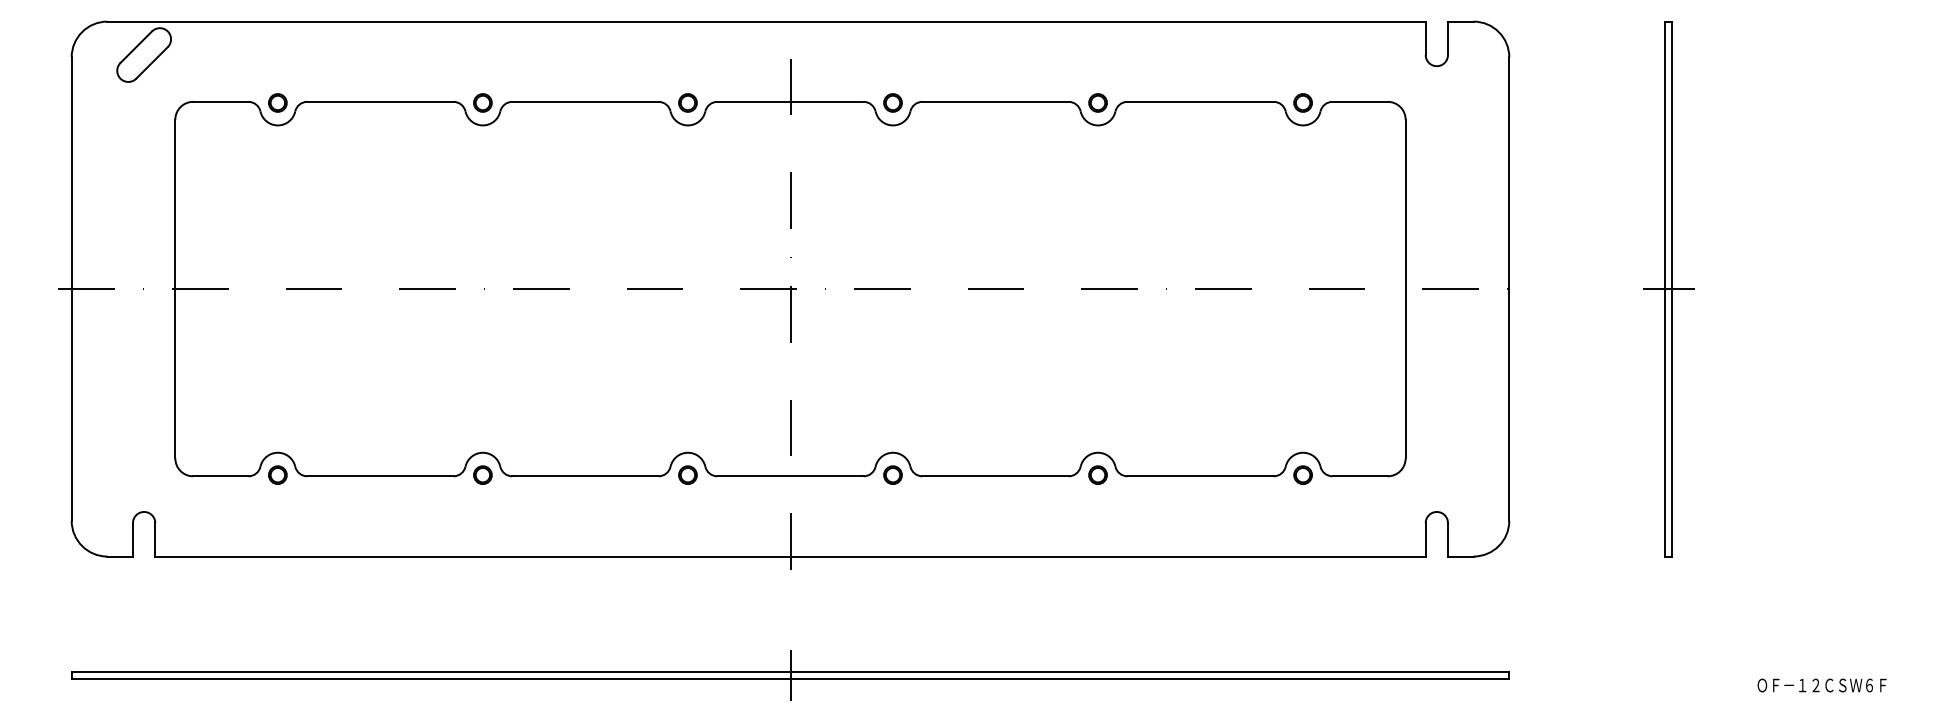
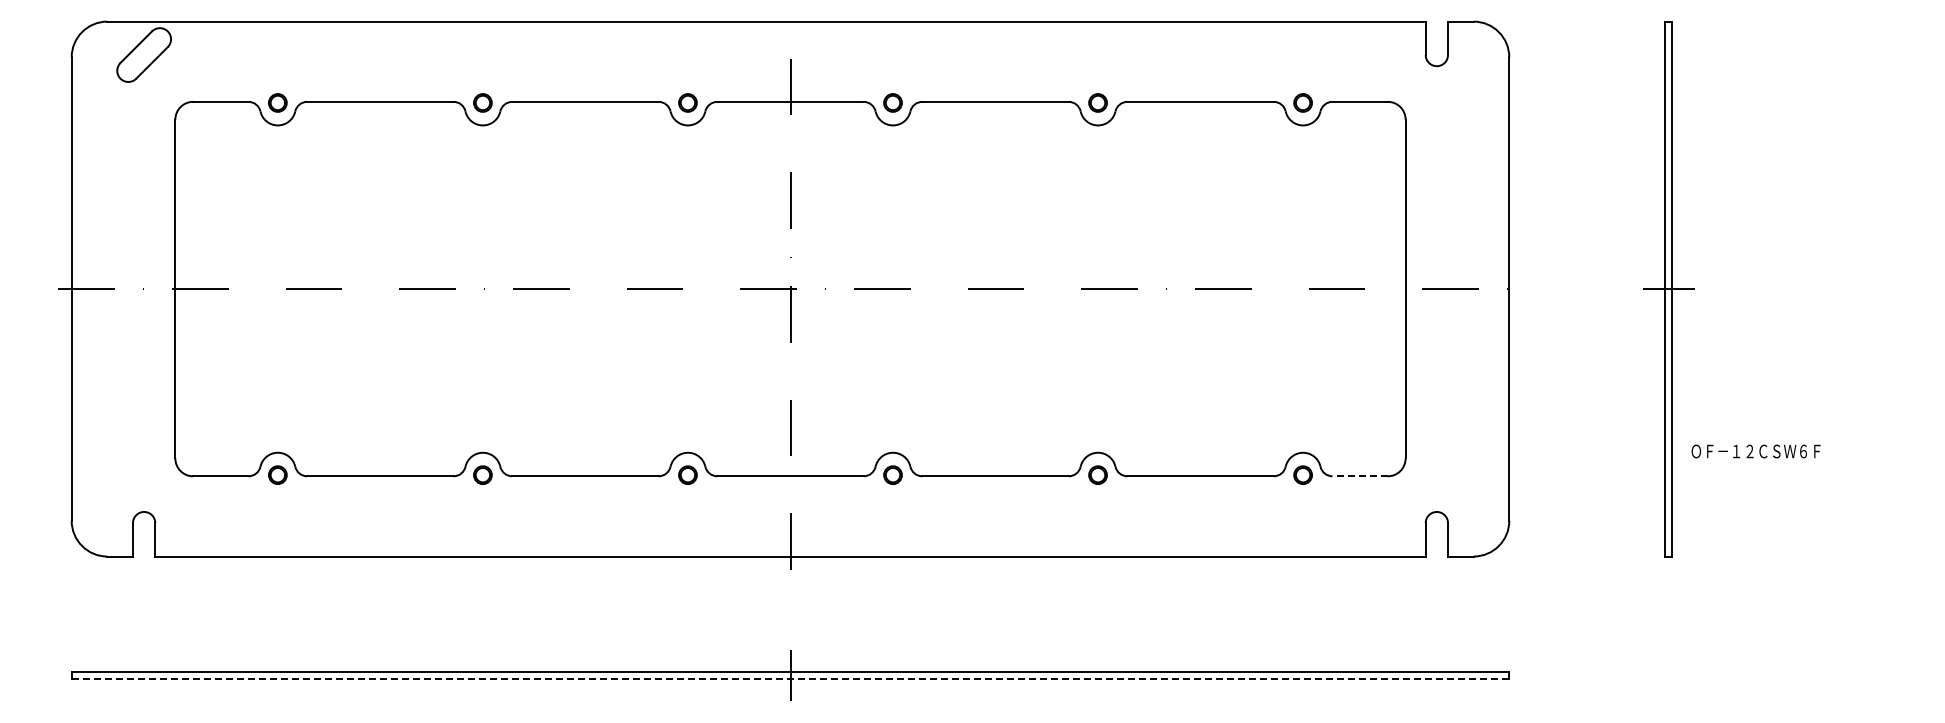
line at (1360, 476): solid -> dashed
line at (790, 679): solid -> dashed
text at (1821, 685) position: (1821, 685) -> (1755, 451)
